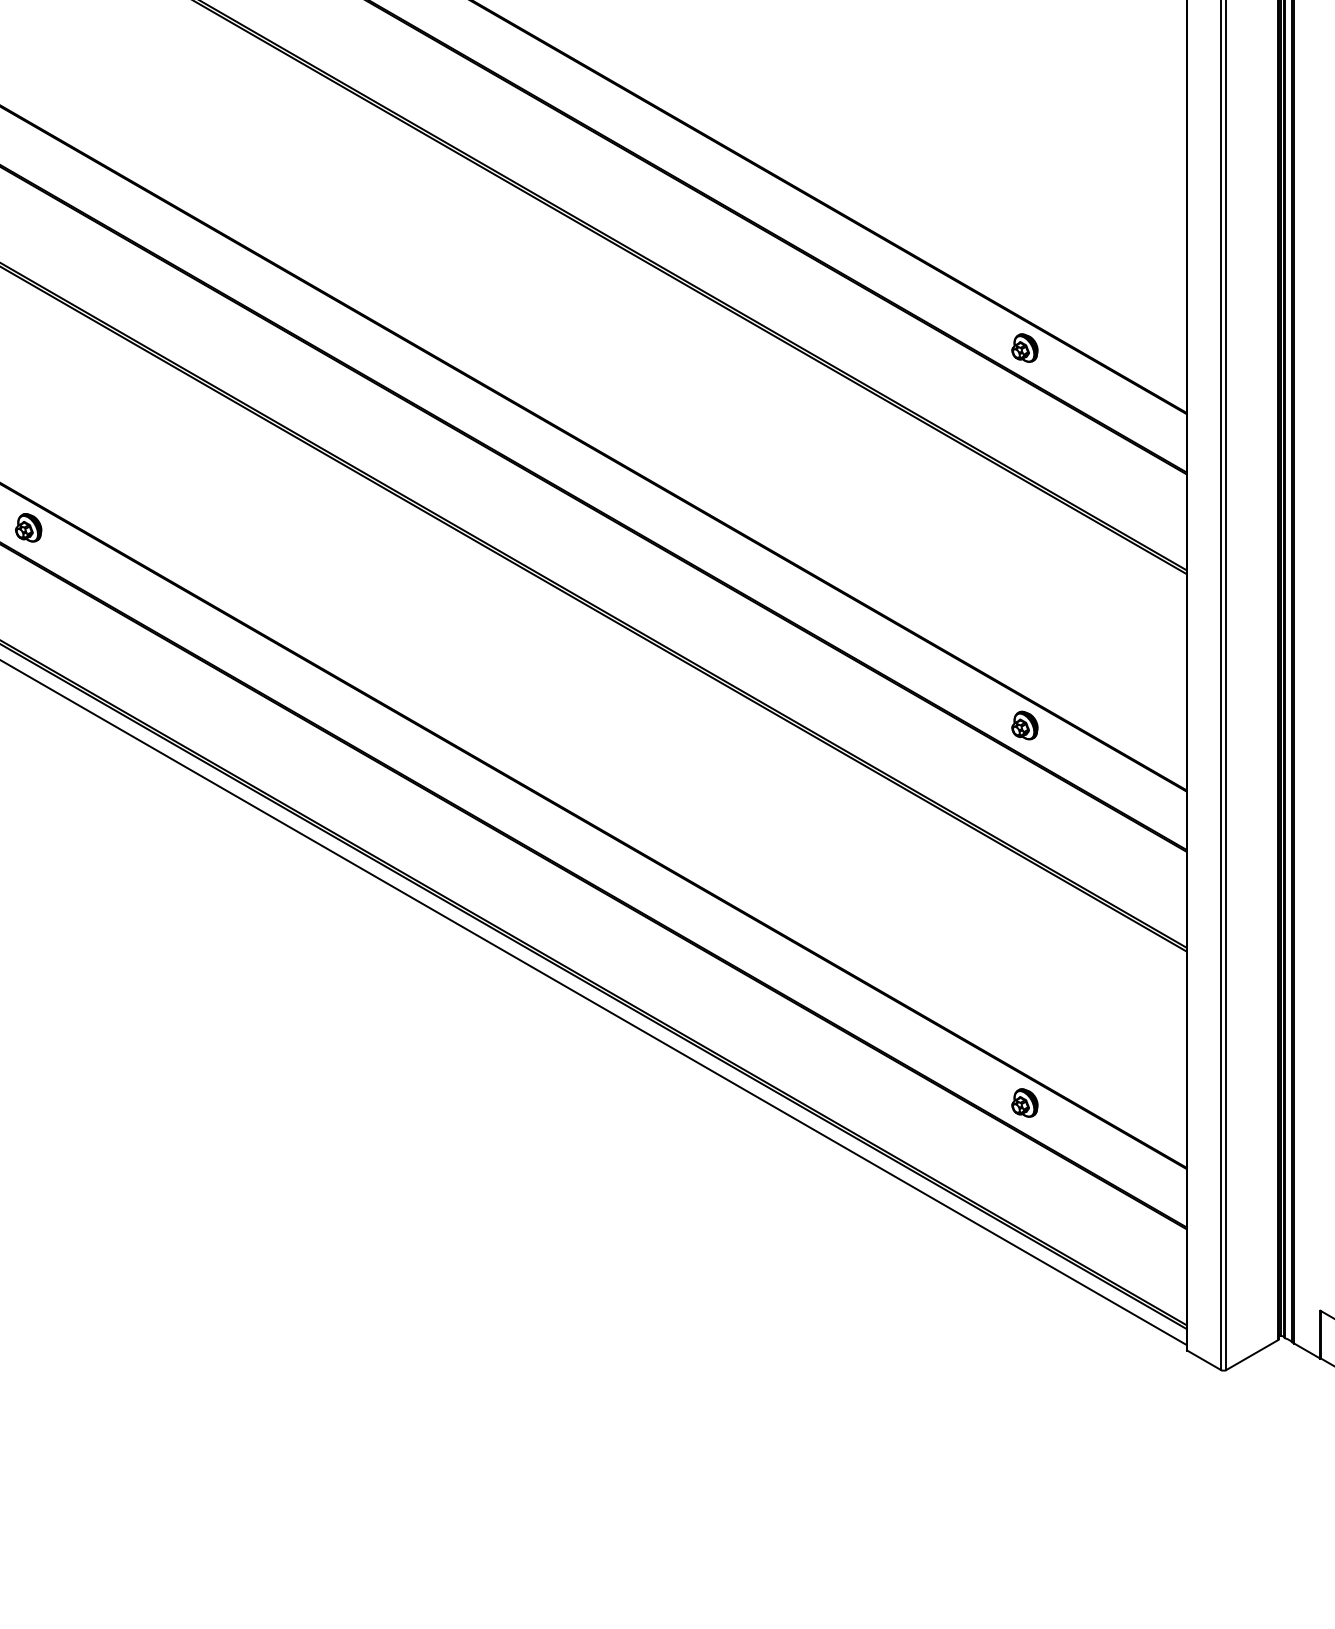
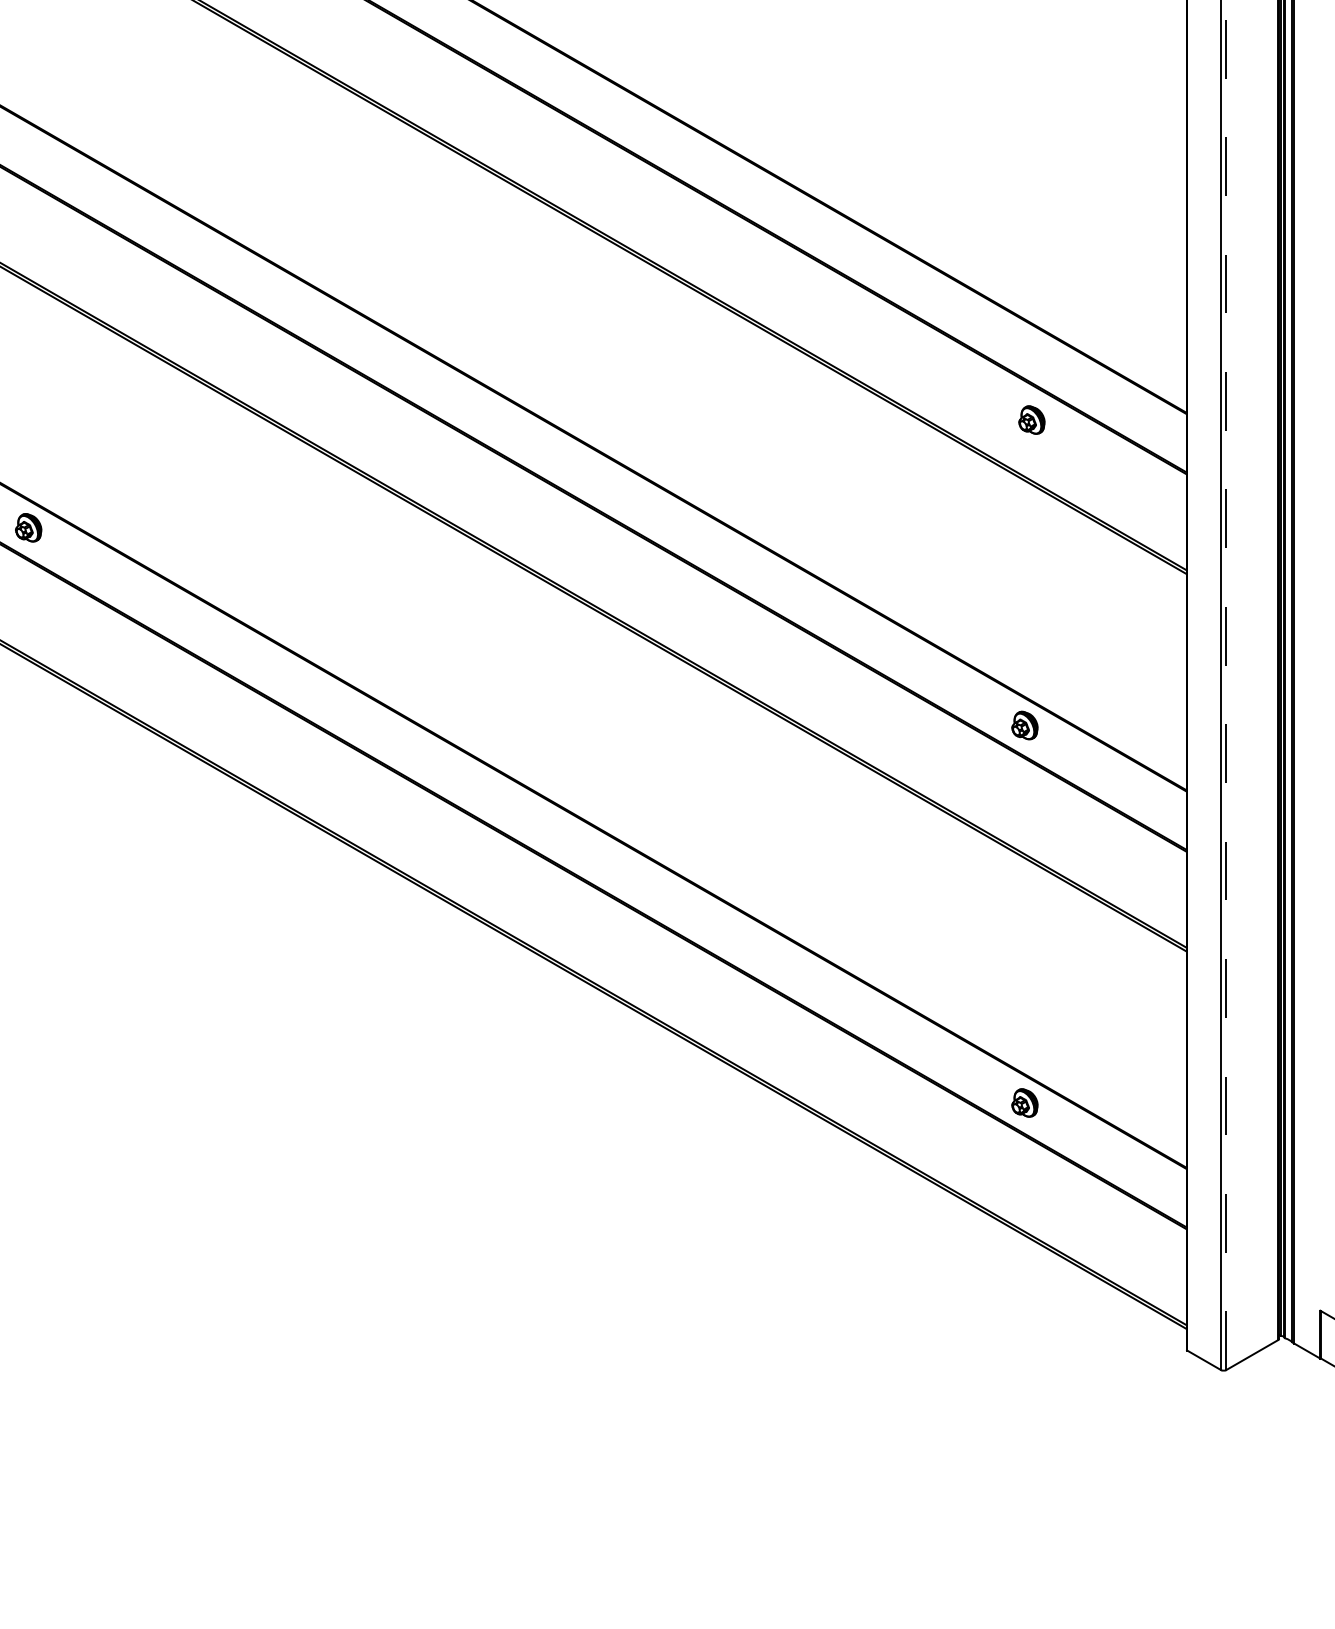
part at (1024, 347) position: (1024, 347) -> (1031, 419)
line at (1226, 685): solid -> dashed
line at (594, 1003): present -> none
